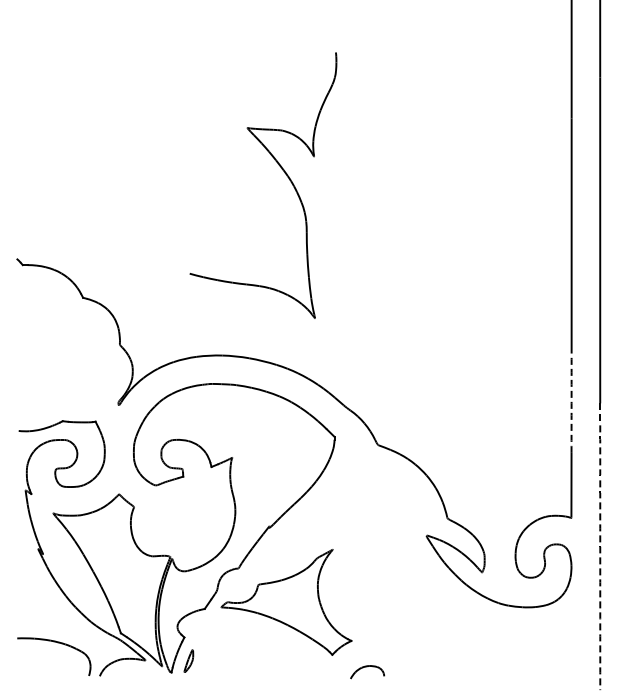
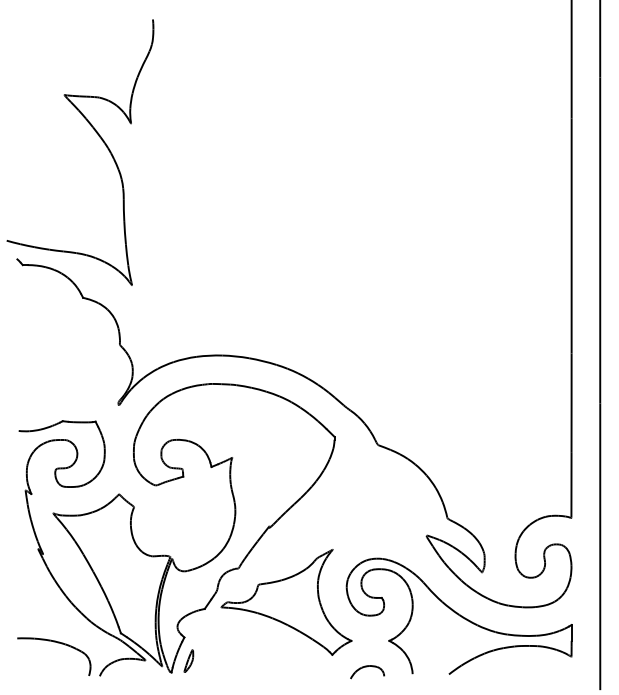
part at (281, 169) position: (281, 169) -> (98, 136)
arc at (571, 403): dashed -> solid
arc at (600, 546): dashed -> solid
part at (458, 615): none -> present
